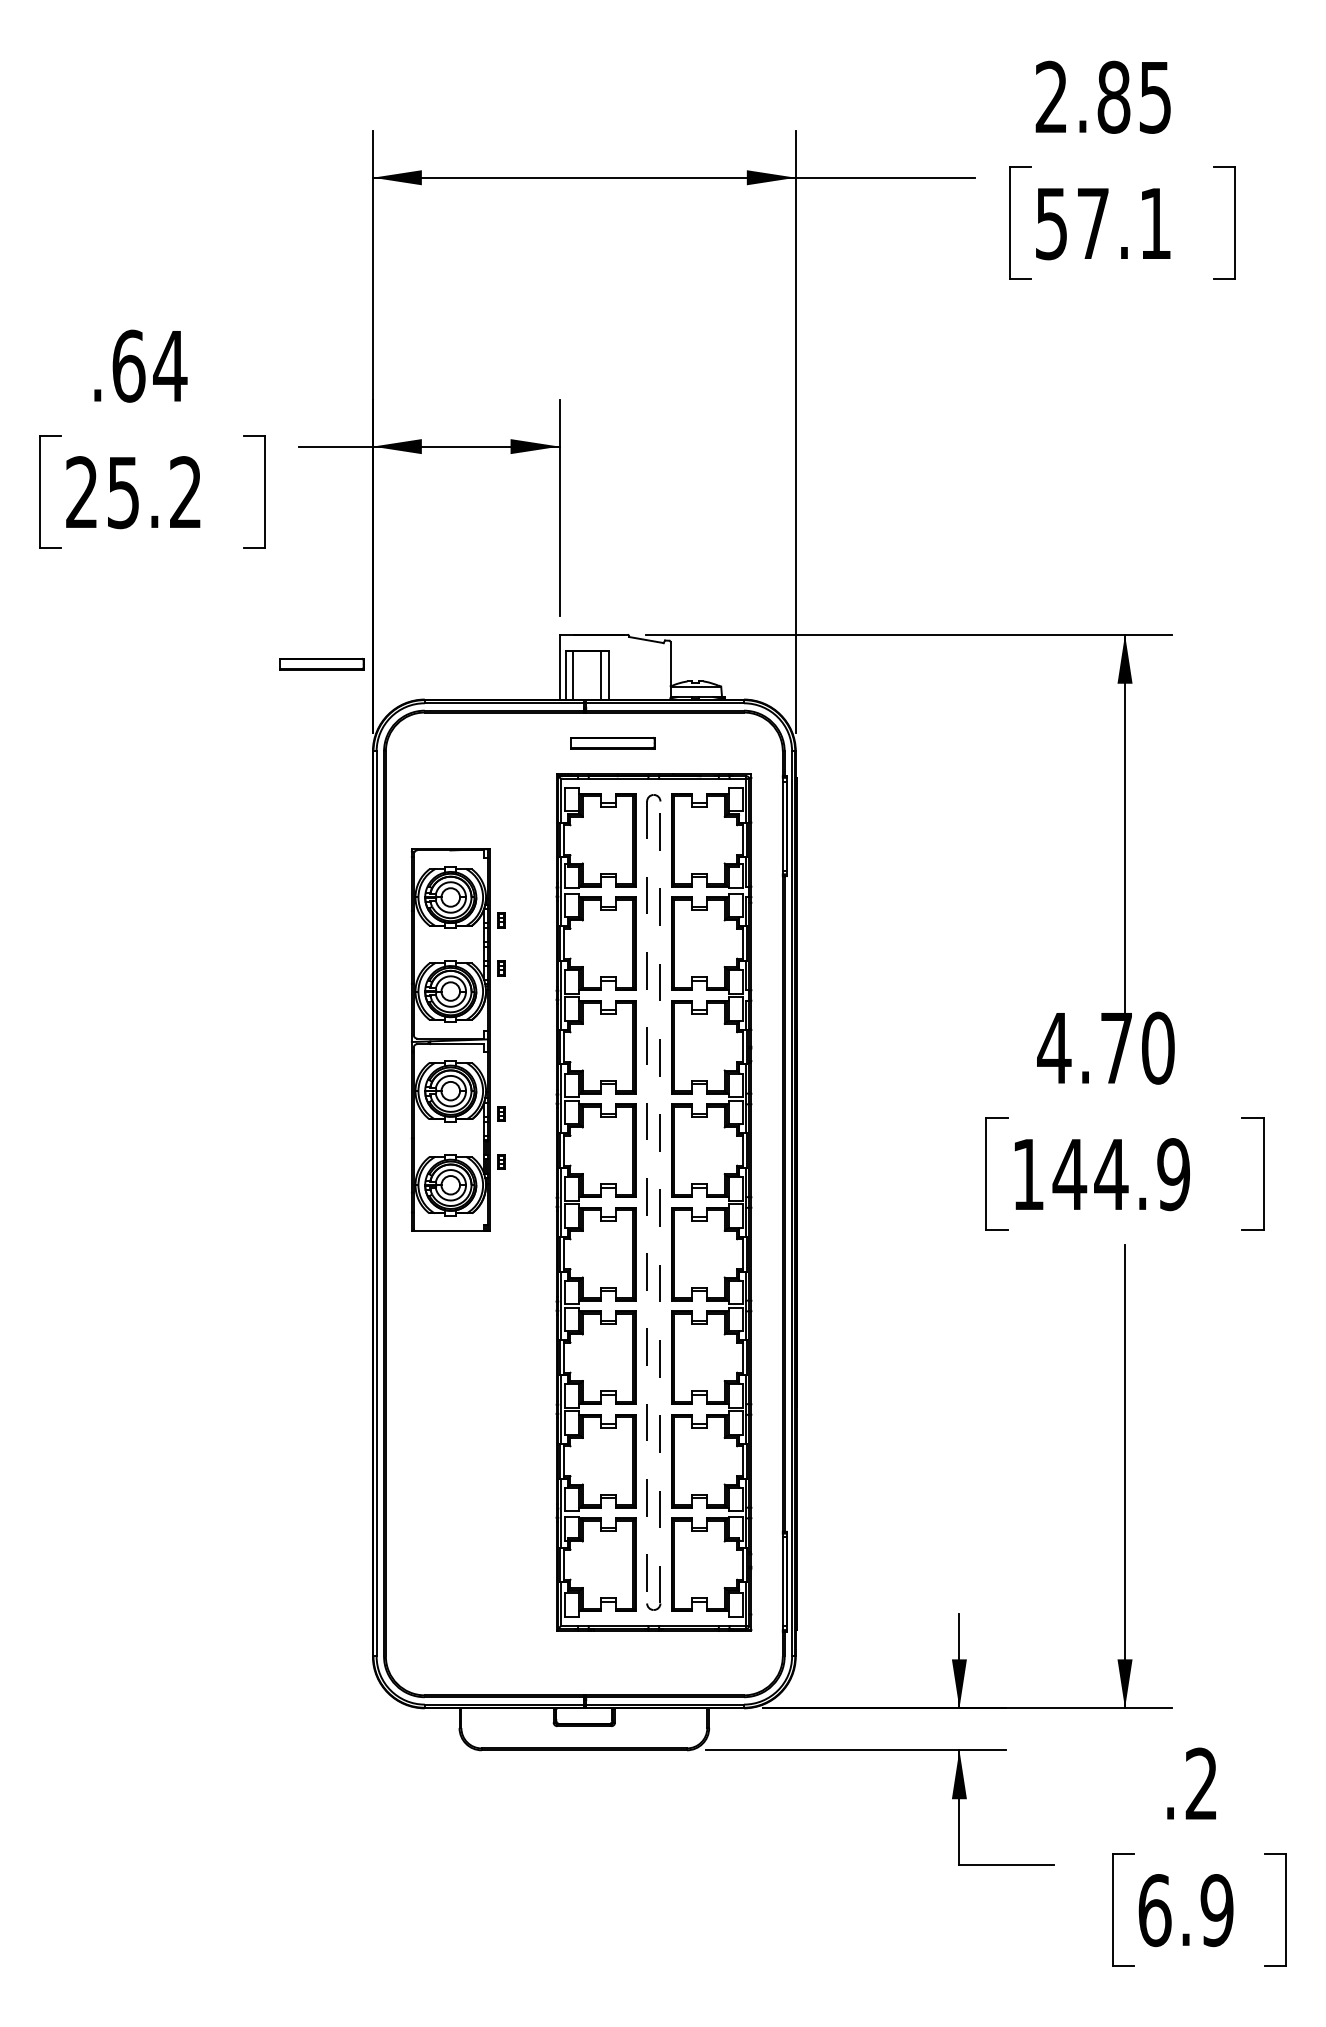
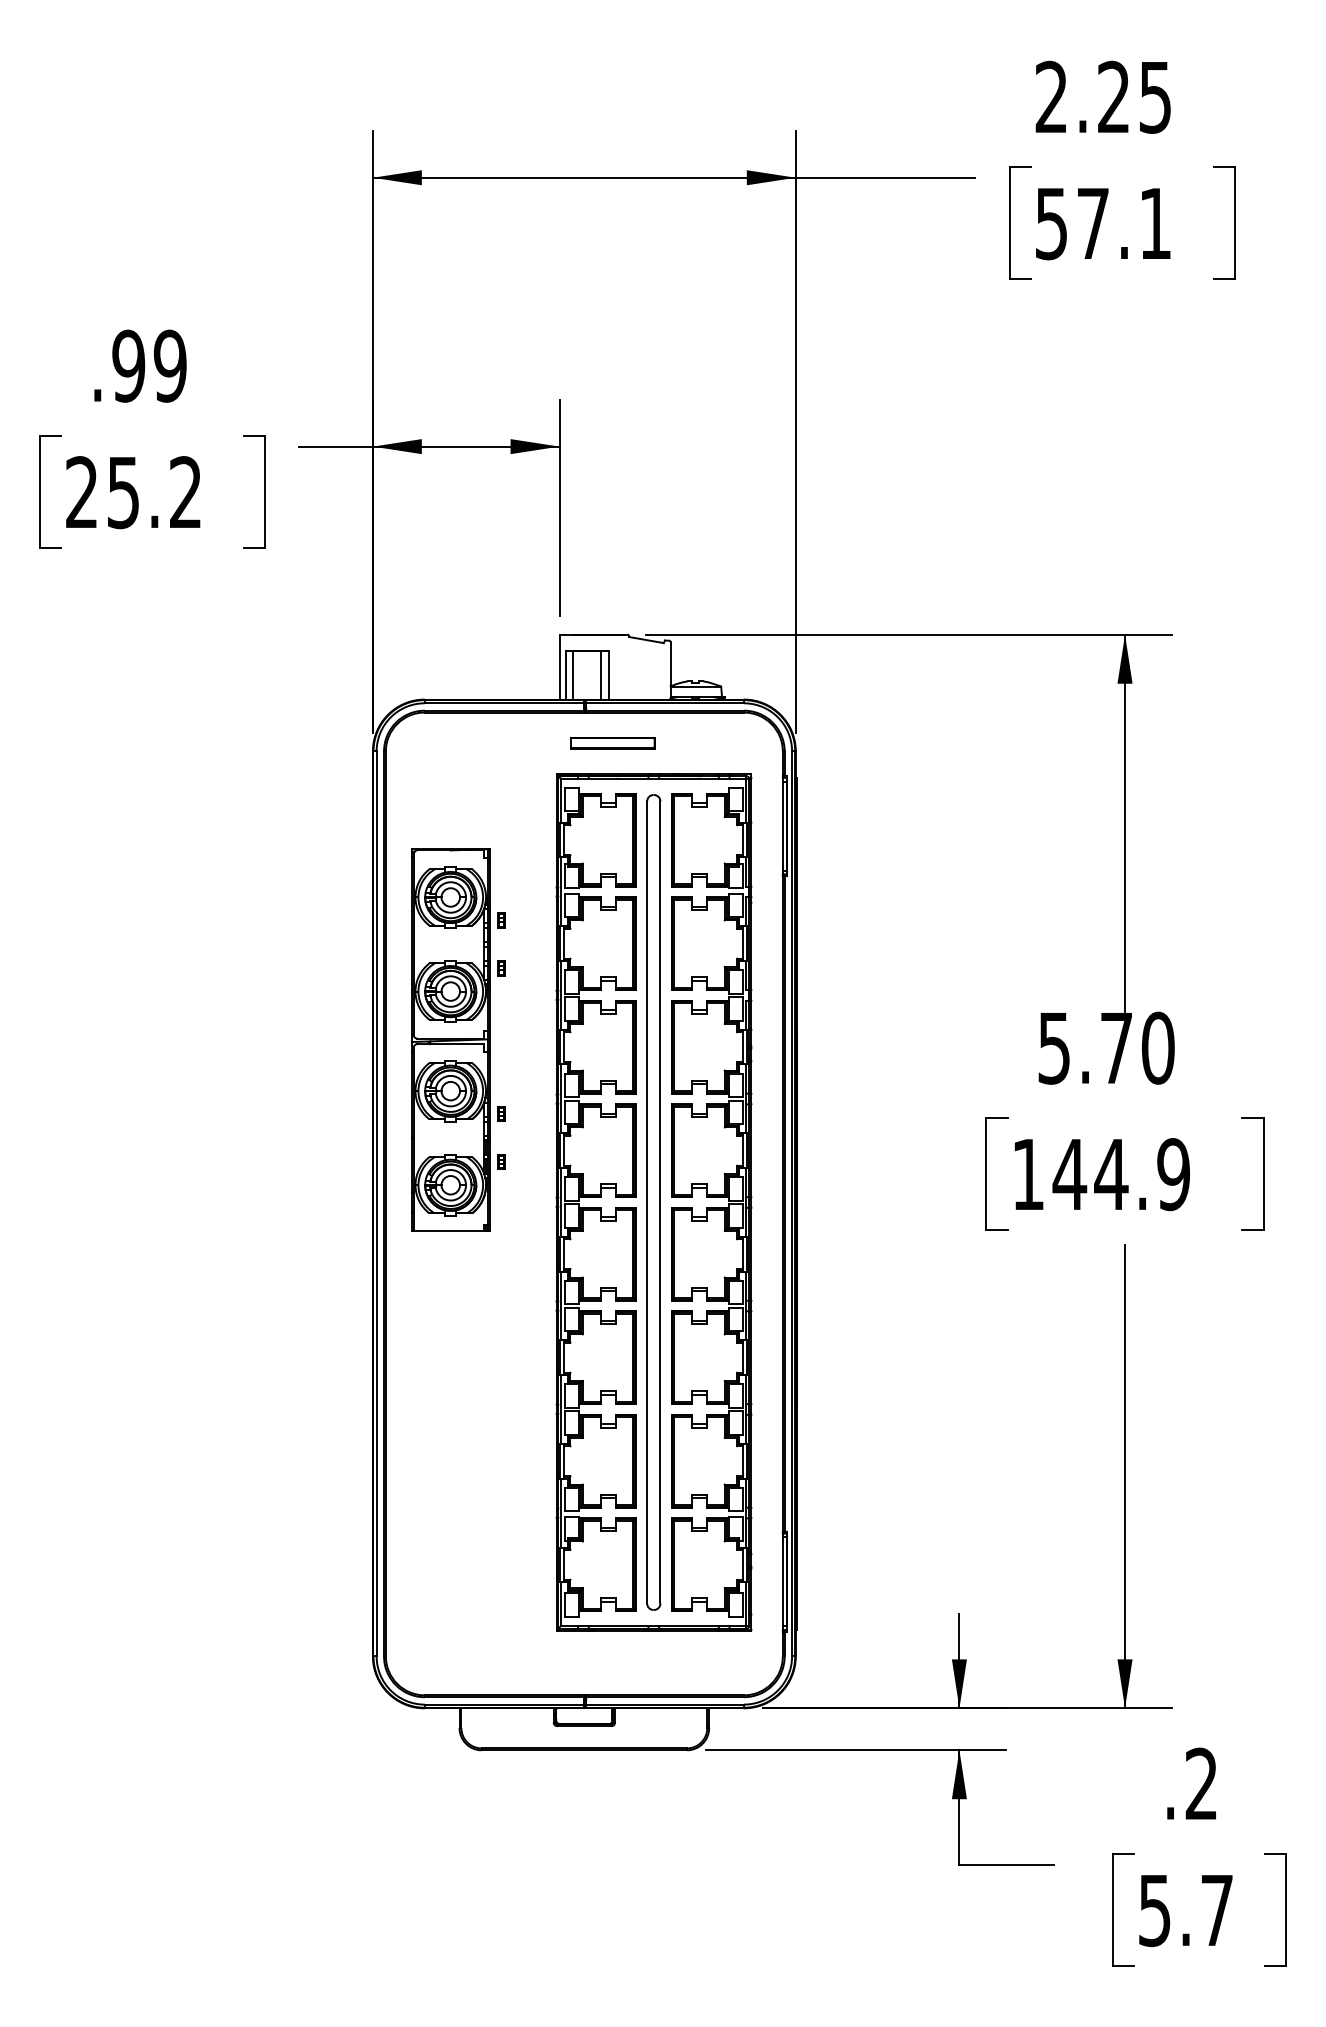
text at (1113, 96): 2.85 -> 2.25
text at (149, 365): .64 -> .99
part at (321, 664): present -> none
text at (1054, 1048): 4.70 -> 5.70
line at (647, 1202): dashed -> solid
line at (660, 1202): dashed -> solid
text at (1185, 1910): 6.9 -> 5.7
